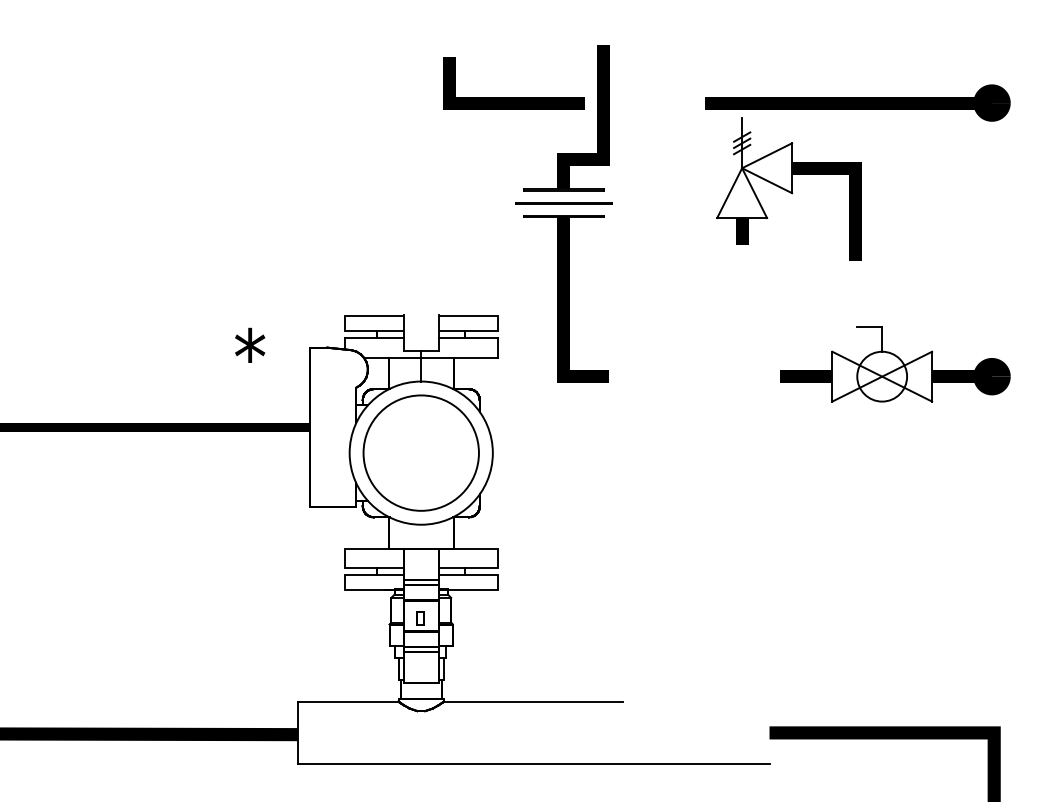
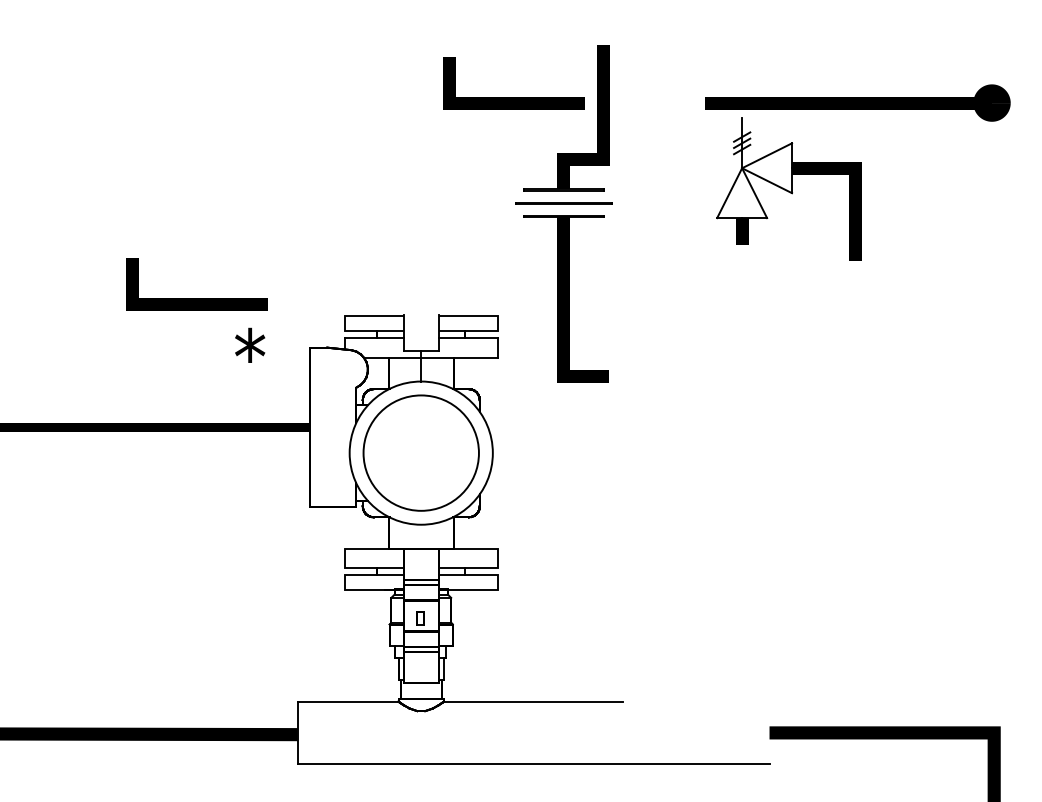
line at (196, 298): none -> present
part at (895, 364): present -> none
